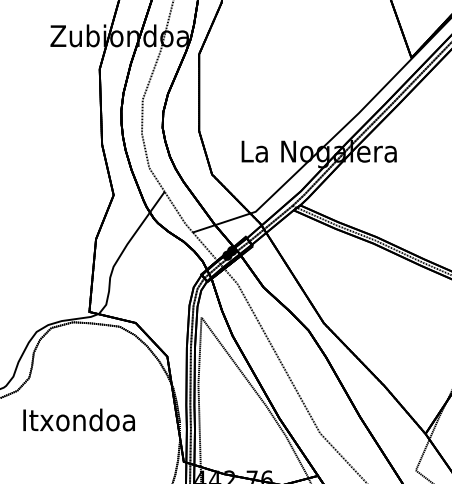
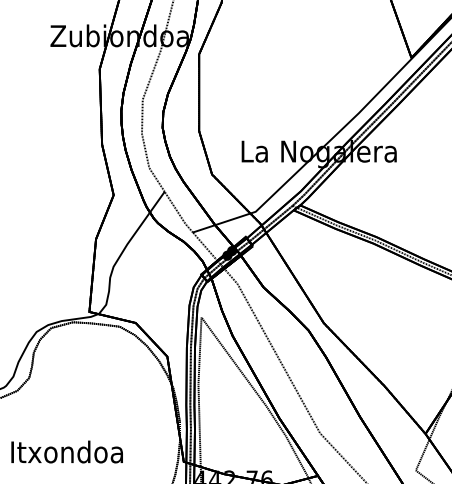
text at (78, 419) position: (78, 419) -> (66, 451)
